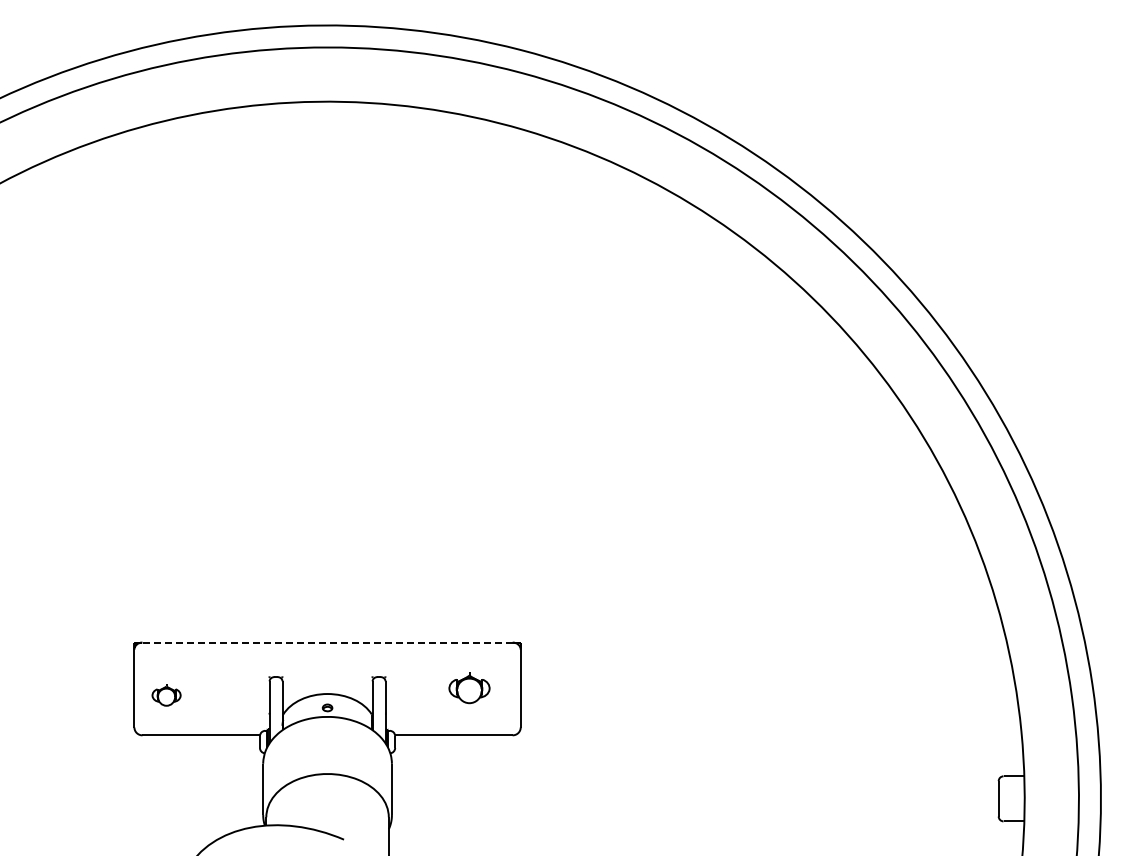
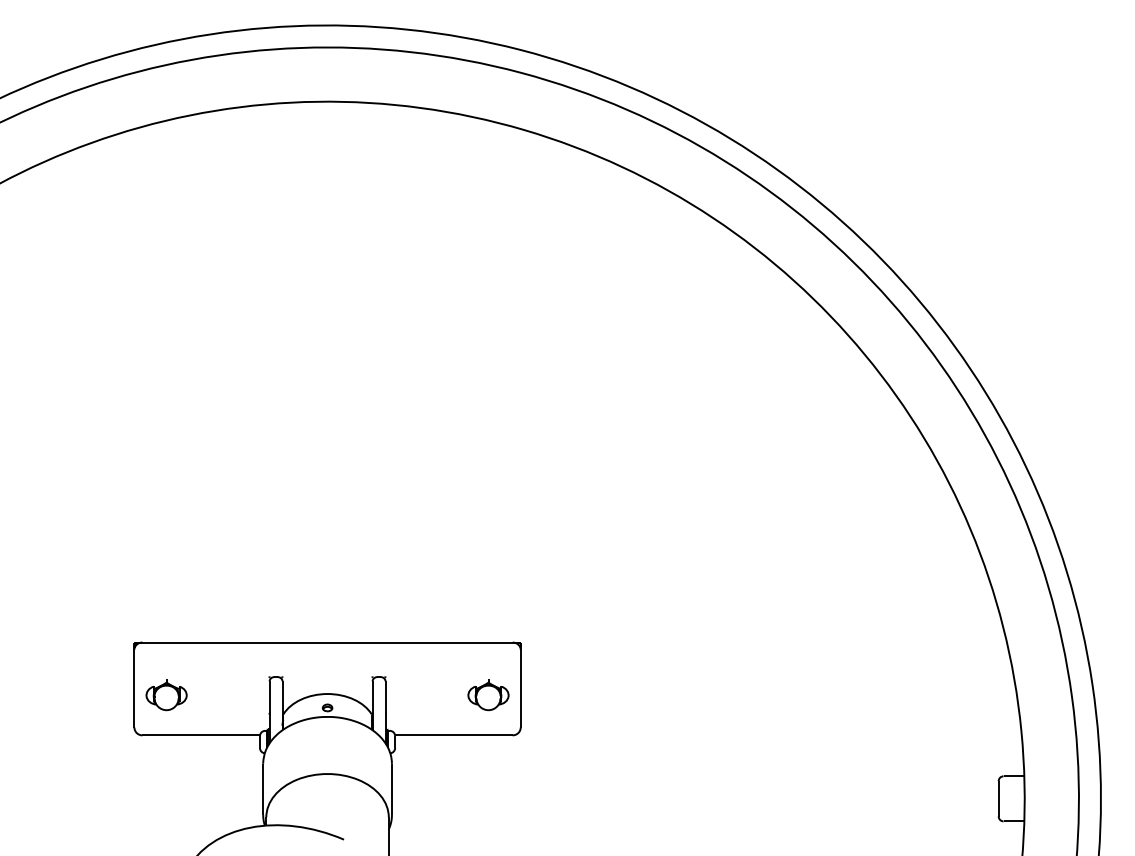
line at (327, 642): dashed -> solid
part at (469, 688) position: (469, 688) -> (488, 695)
part at (166, 695) size: 31x23 px -> 43x33 px
